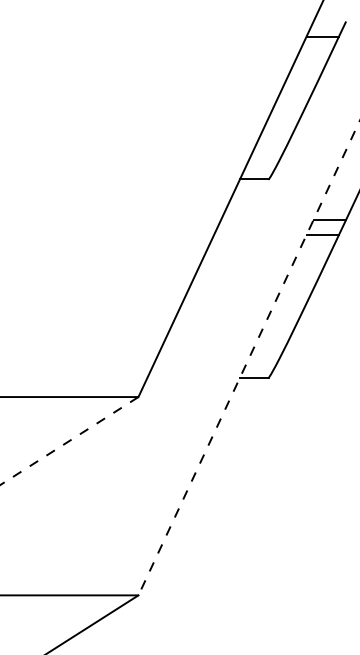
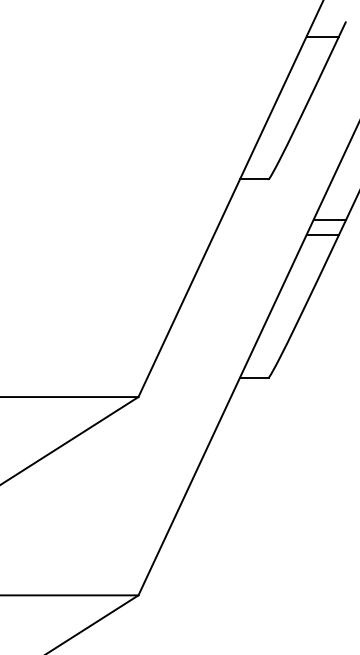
line at (249, 358): dashed -> solid
line at (69, 441): dashed -> solid
